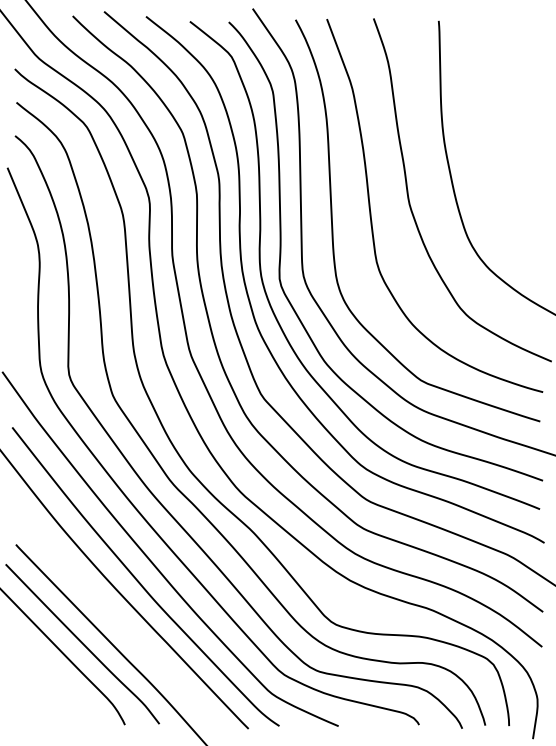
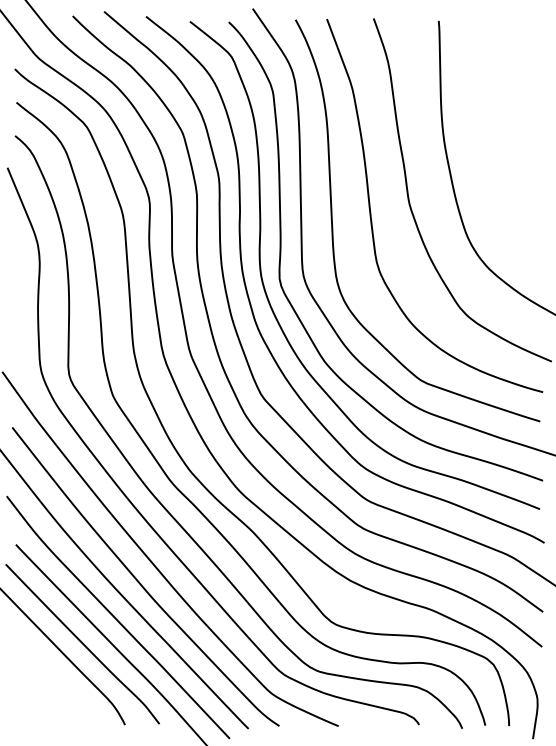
curve at (116, 618): none -> present
